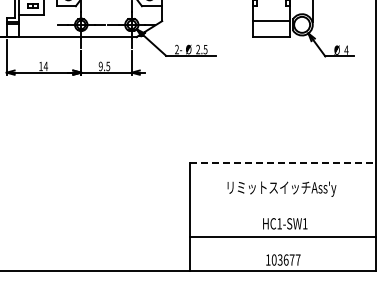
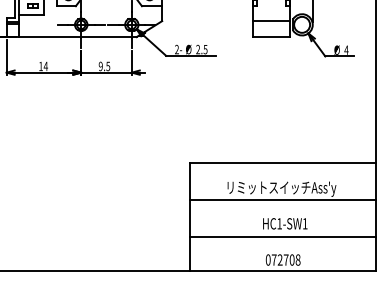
line at (282, 162): dashed -> solid
line at (282, 199): none -> present
text at (282, 259): 103677 -> 072708
